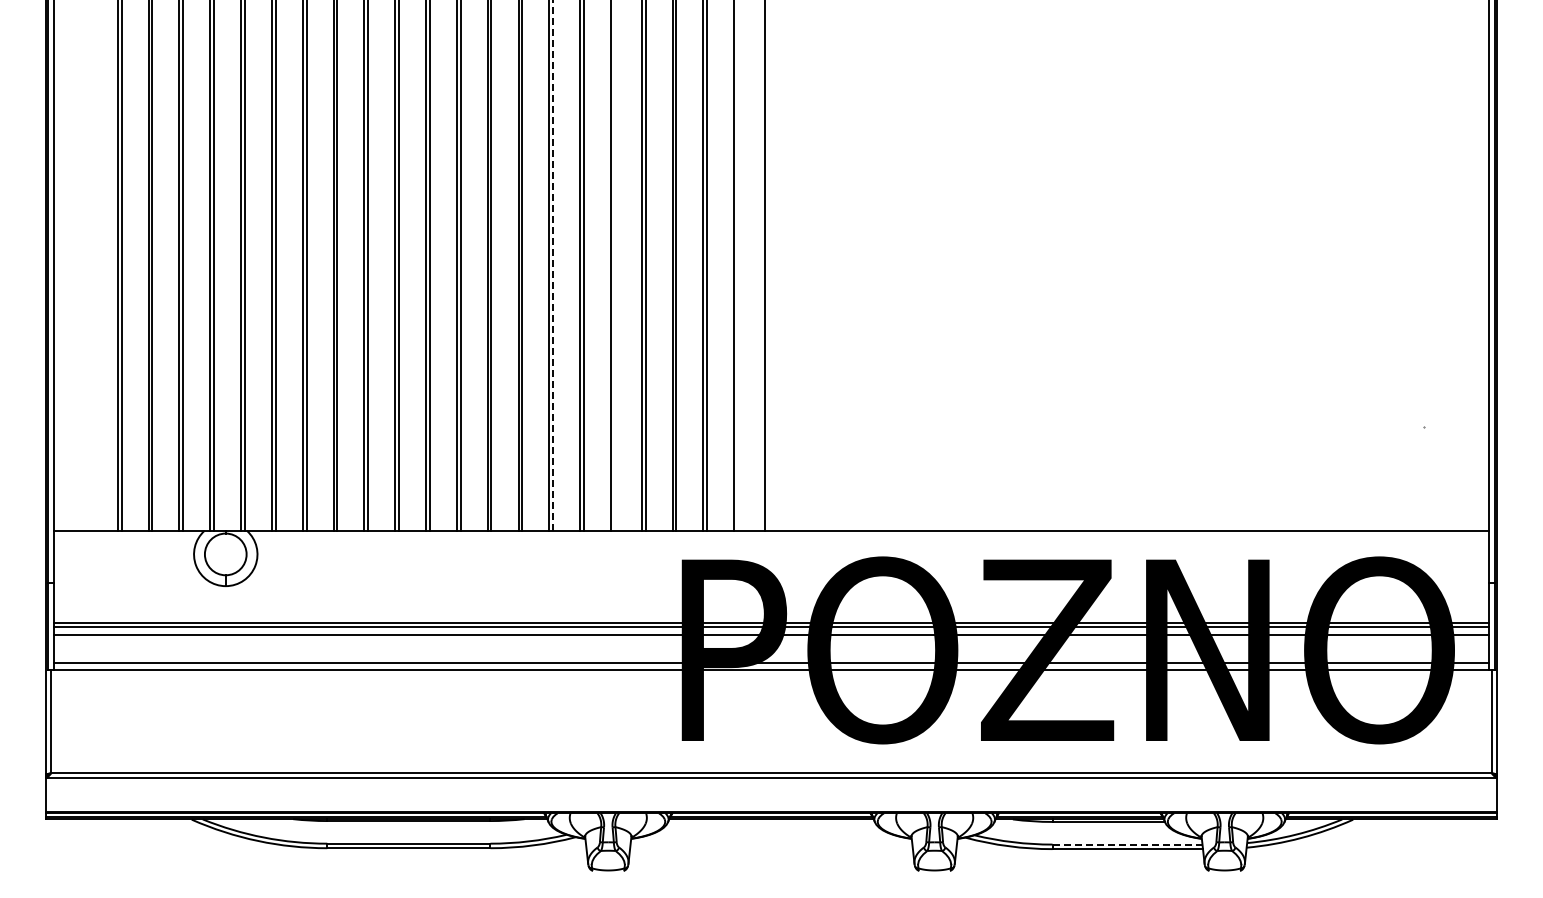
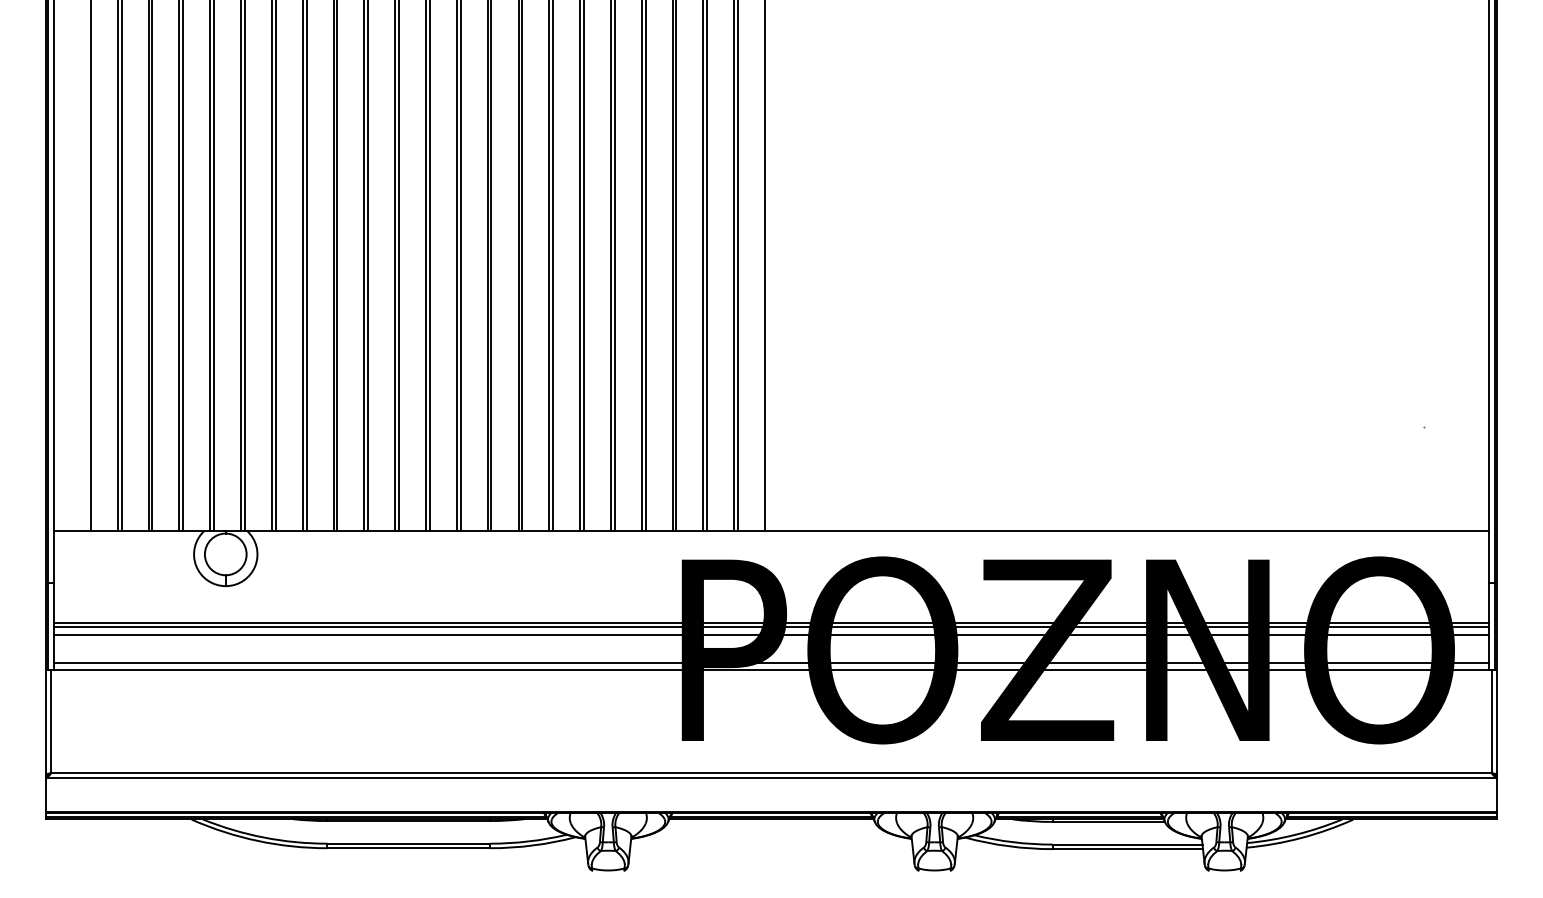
line at (553, 265): dashed -> solid
line at (90, 266): none -> present
line at (614, 266): none -> present
line at (738, 266): none -> present
line at (1127, 844): dashed -> solid
